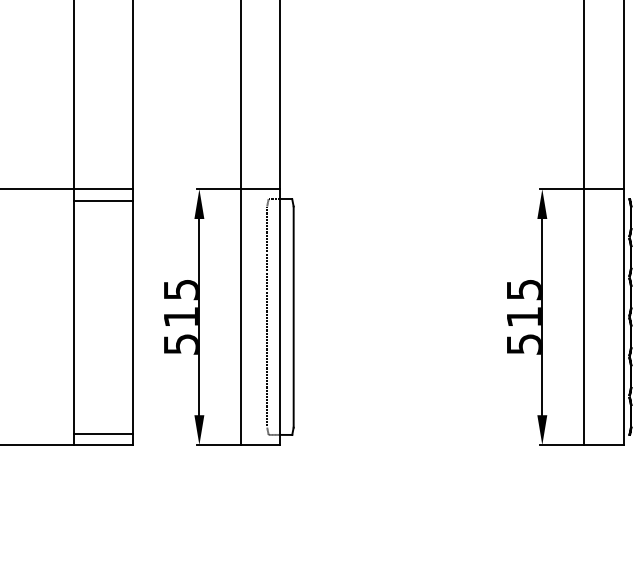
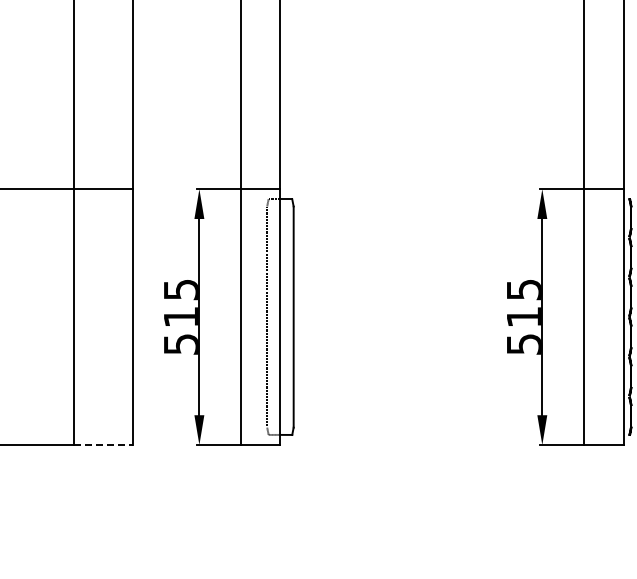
line at (103, 200): present -> none
line at (103, 433): present -> none
line at (103, 445): solid -> dashed
